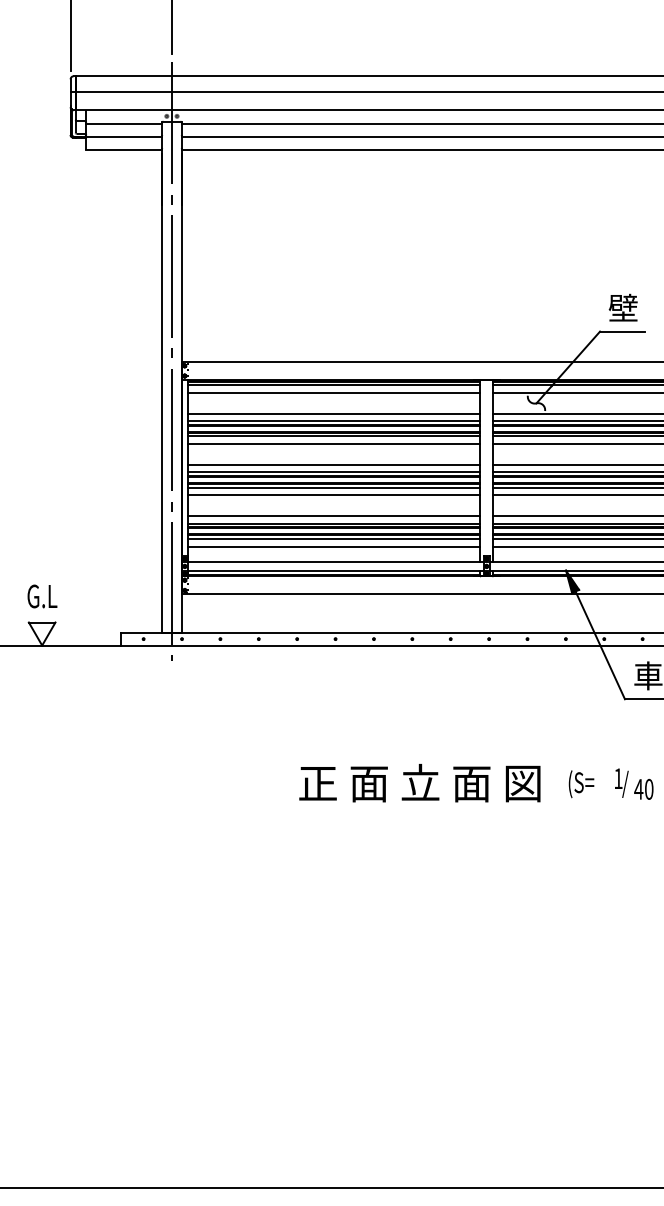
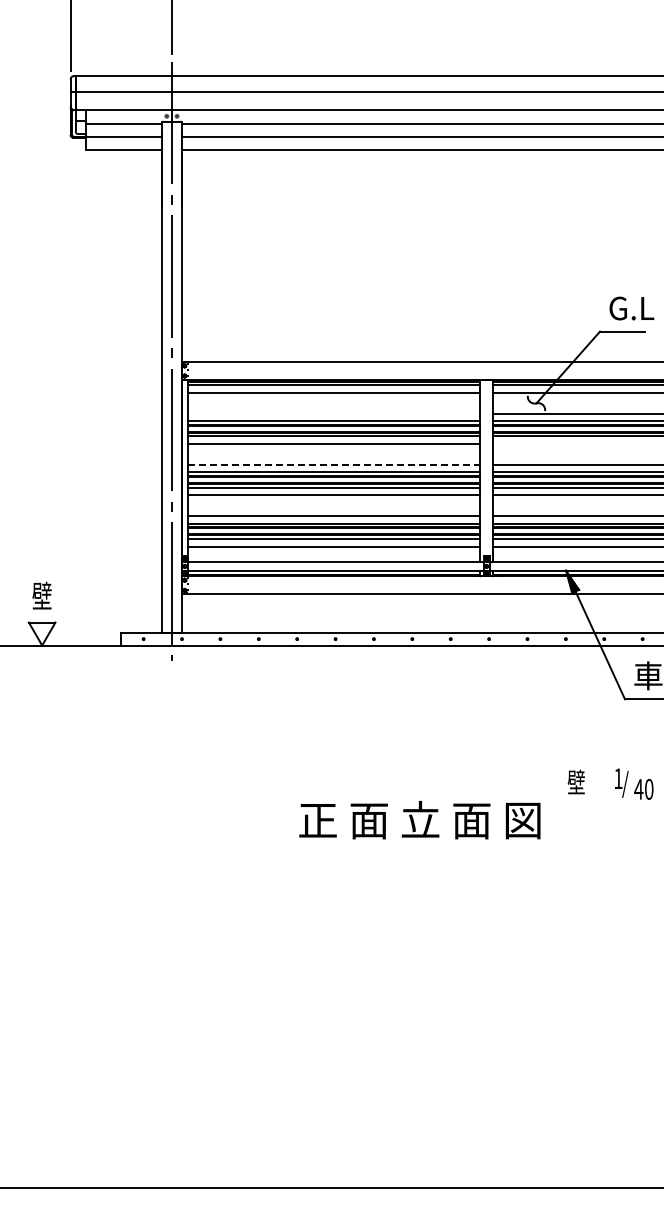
text at (631, 307): 壁 -> G.L
line at (333, 413): present -> none
line at (576, 444): present -> none
line at (334, 464): solid -> dashed
text at (42, 595): G.L -> 壁
text at (419, 783) position: (419, 783) -> (419, 820)
text at (580, 783): (S= -> 壁
